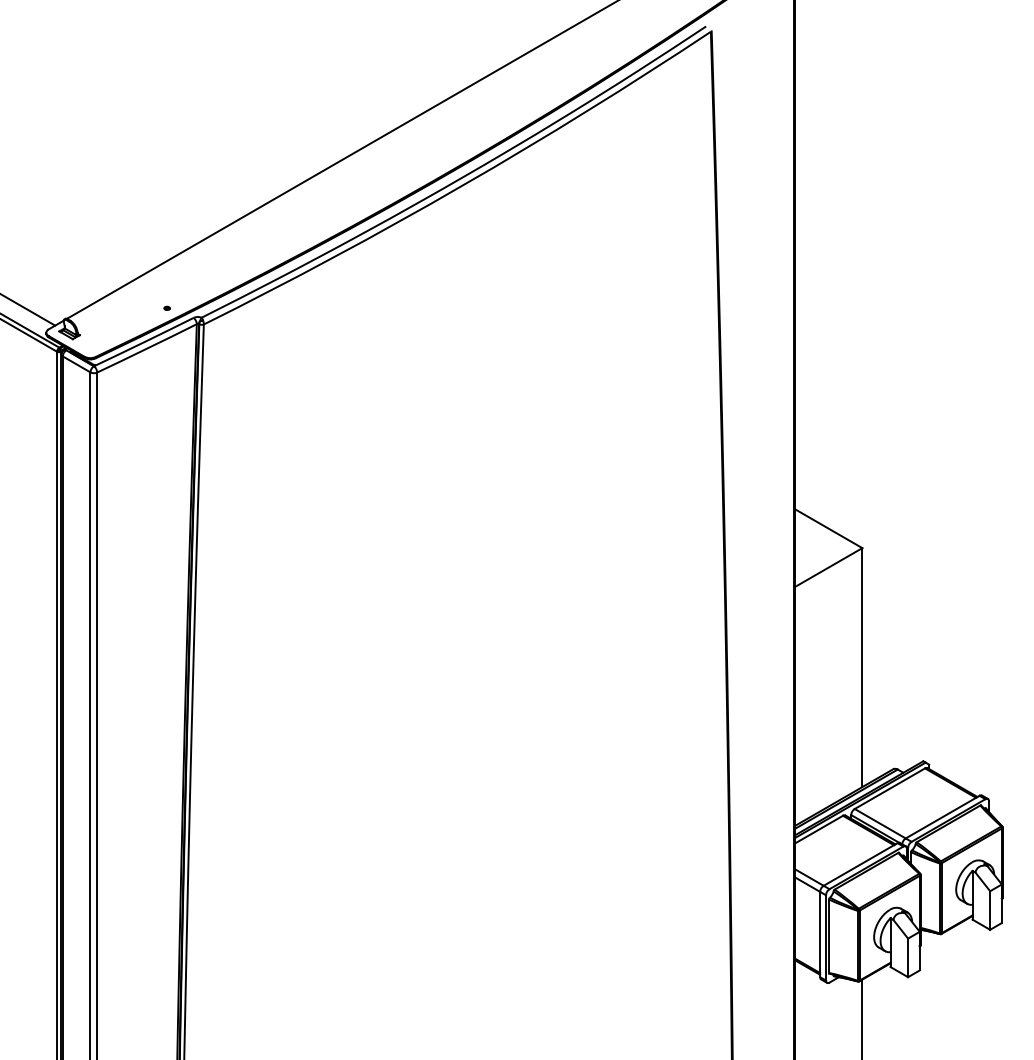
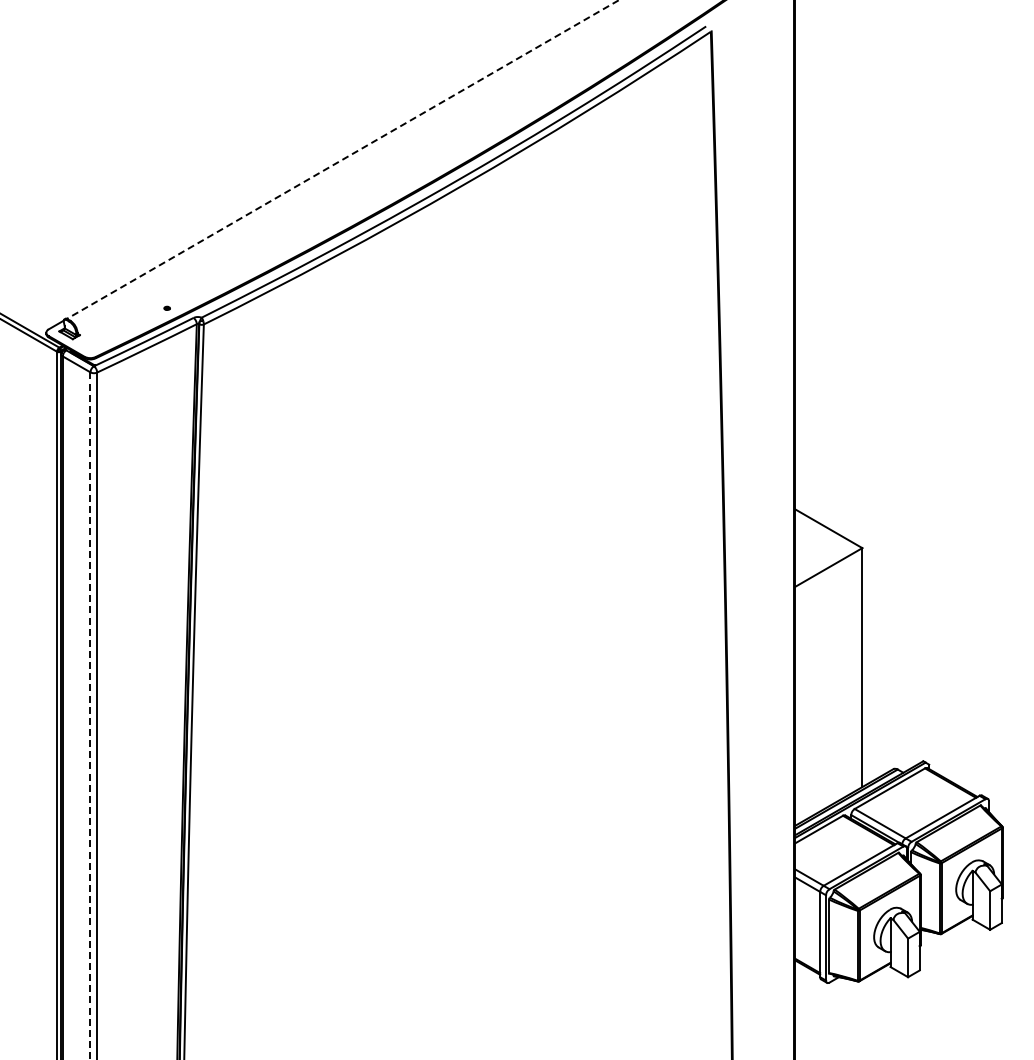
line at (343, 159): solid -> dashed
line at (28, 310): present -> none
line at (90, 716): solid -> dashed
line at (862, 1017): present -> none
